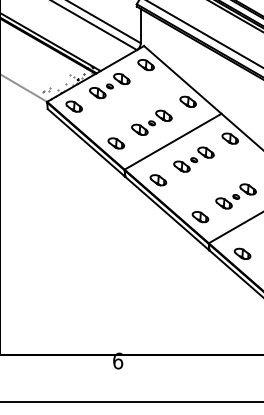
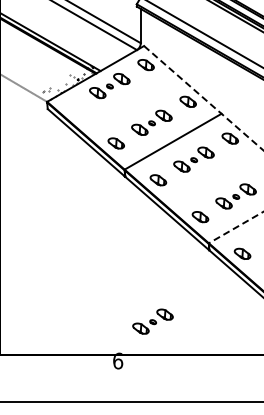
line at (204, 98): solid -> dashed
part at (73, 106): present -> none
line at (235, 227): solid -> dashed
part at (152, 321): none -> present
